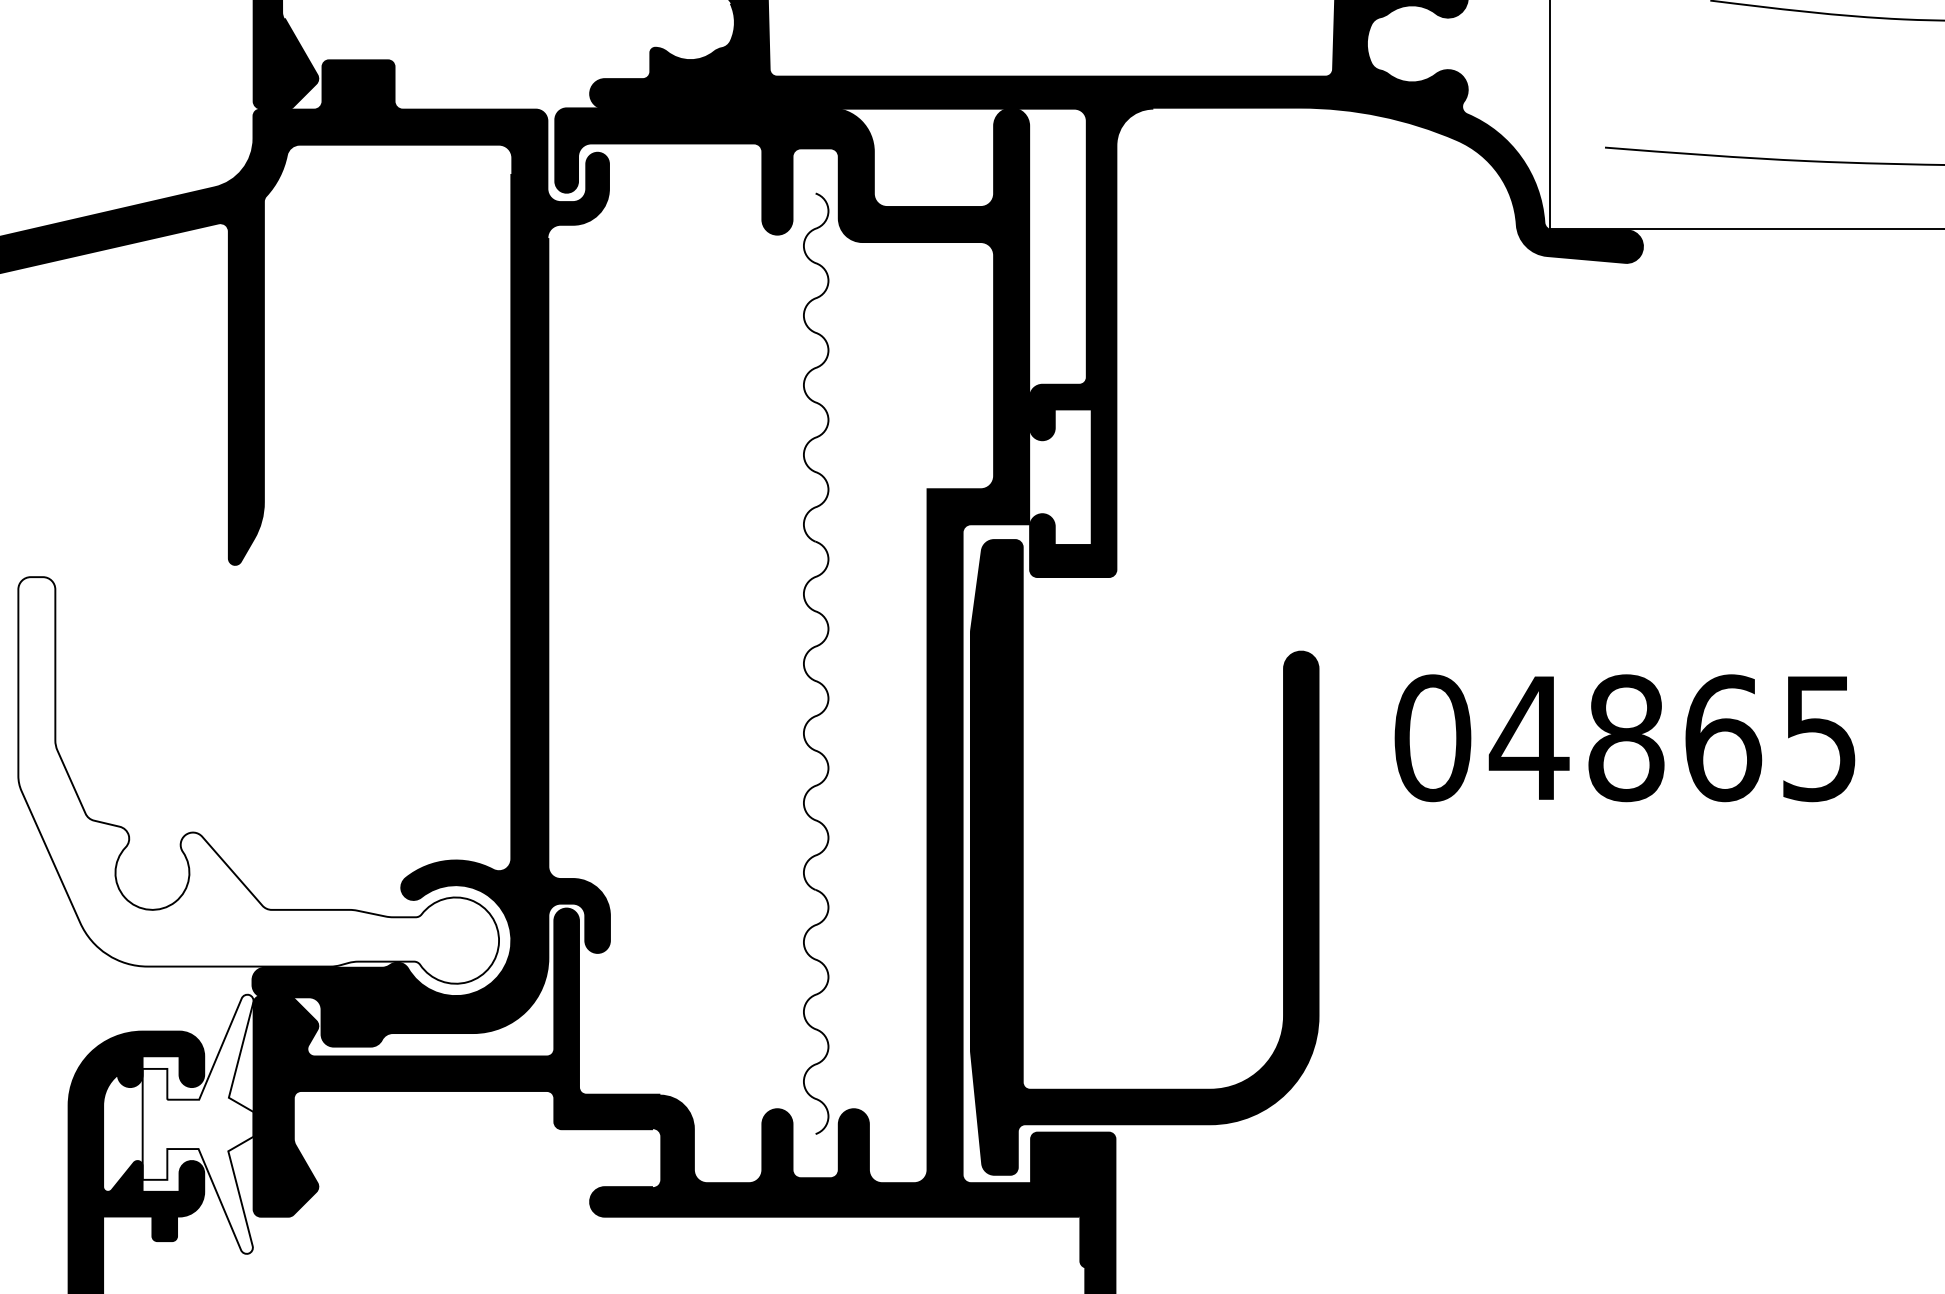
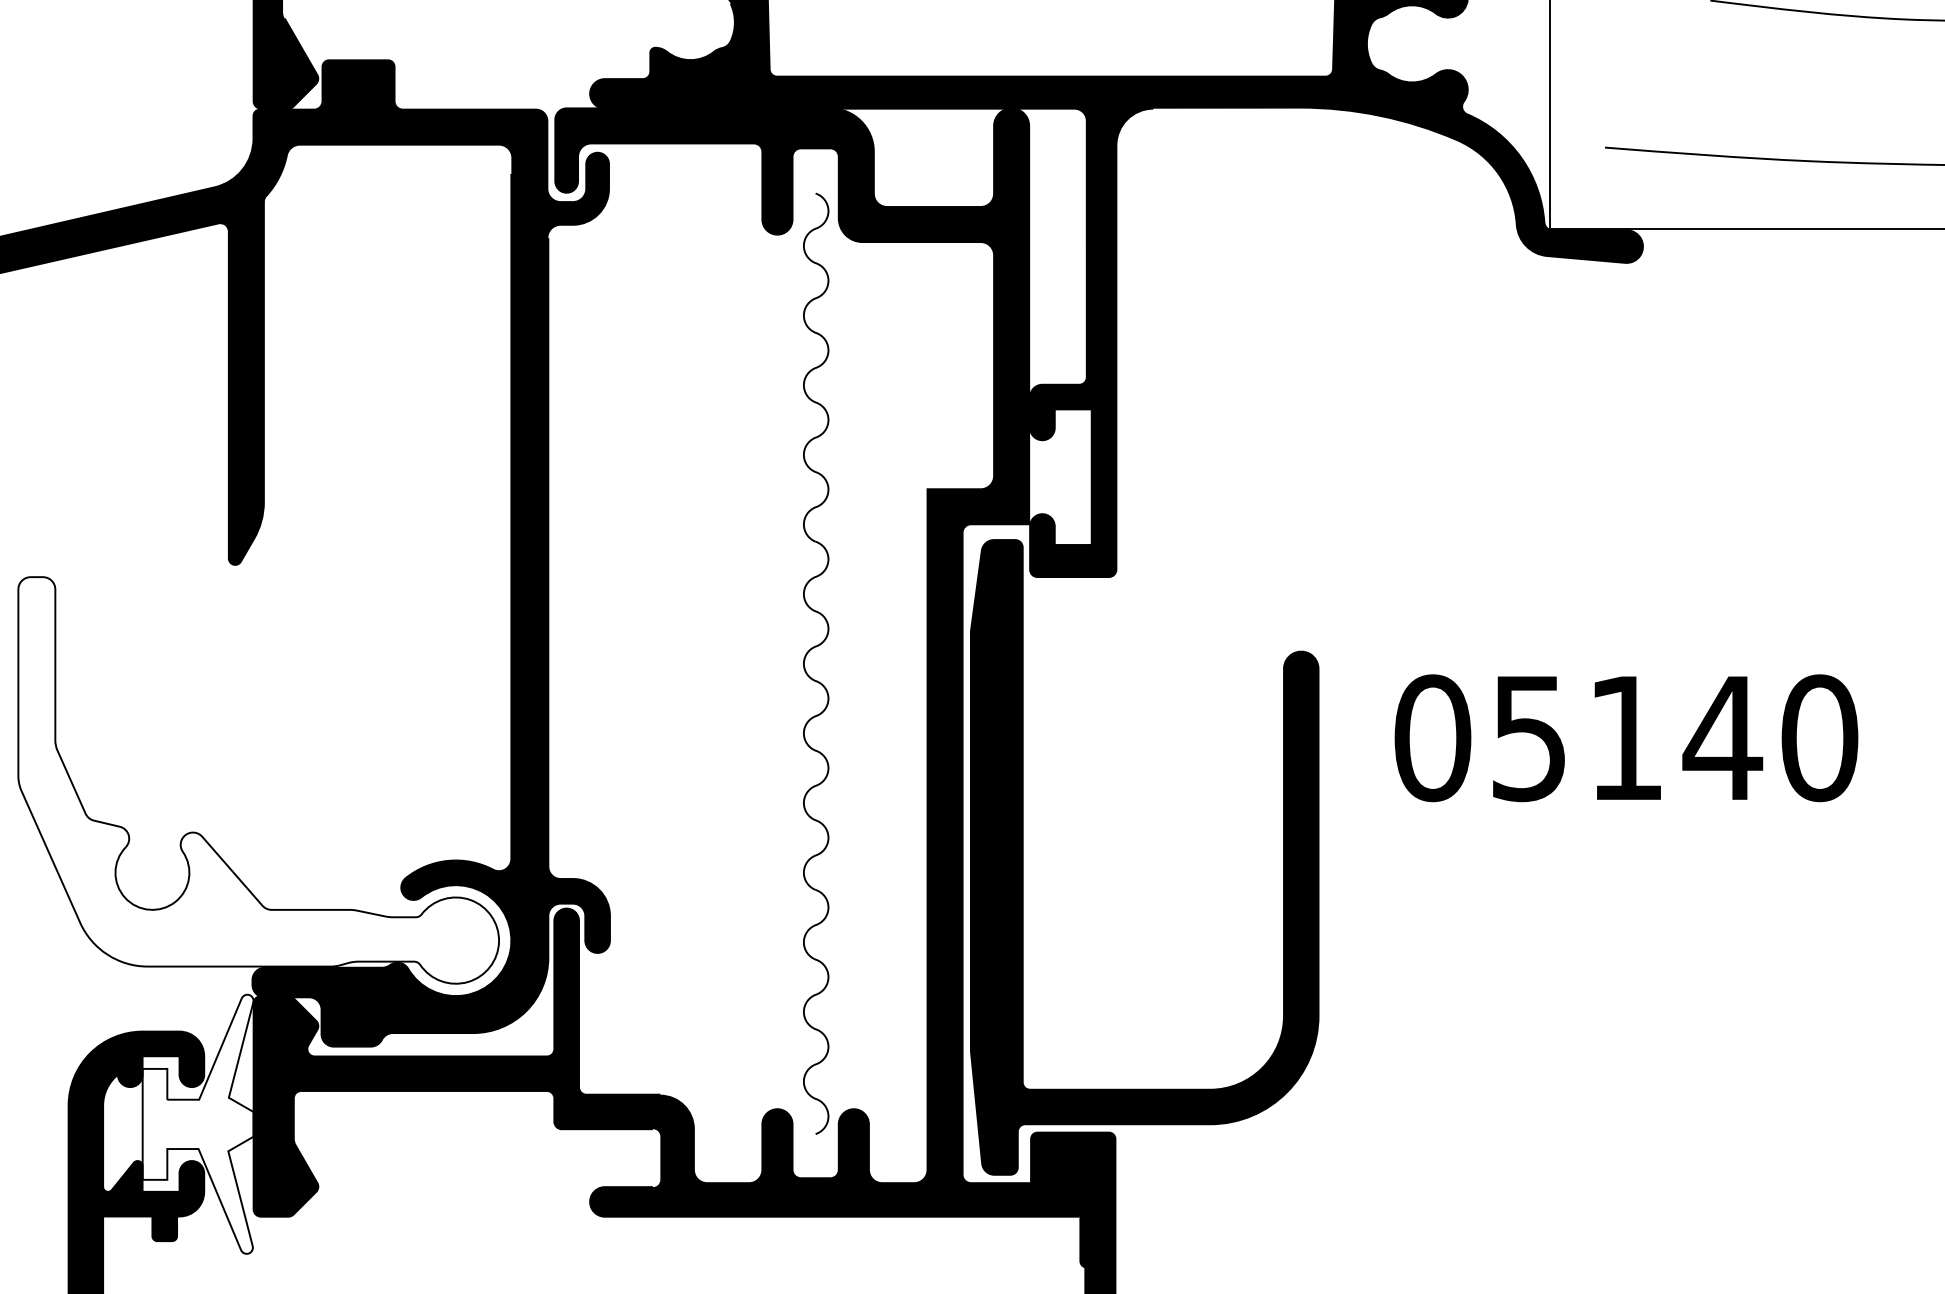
text at (1673, 738): 04865 -> 05140
